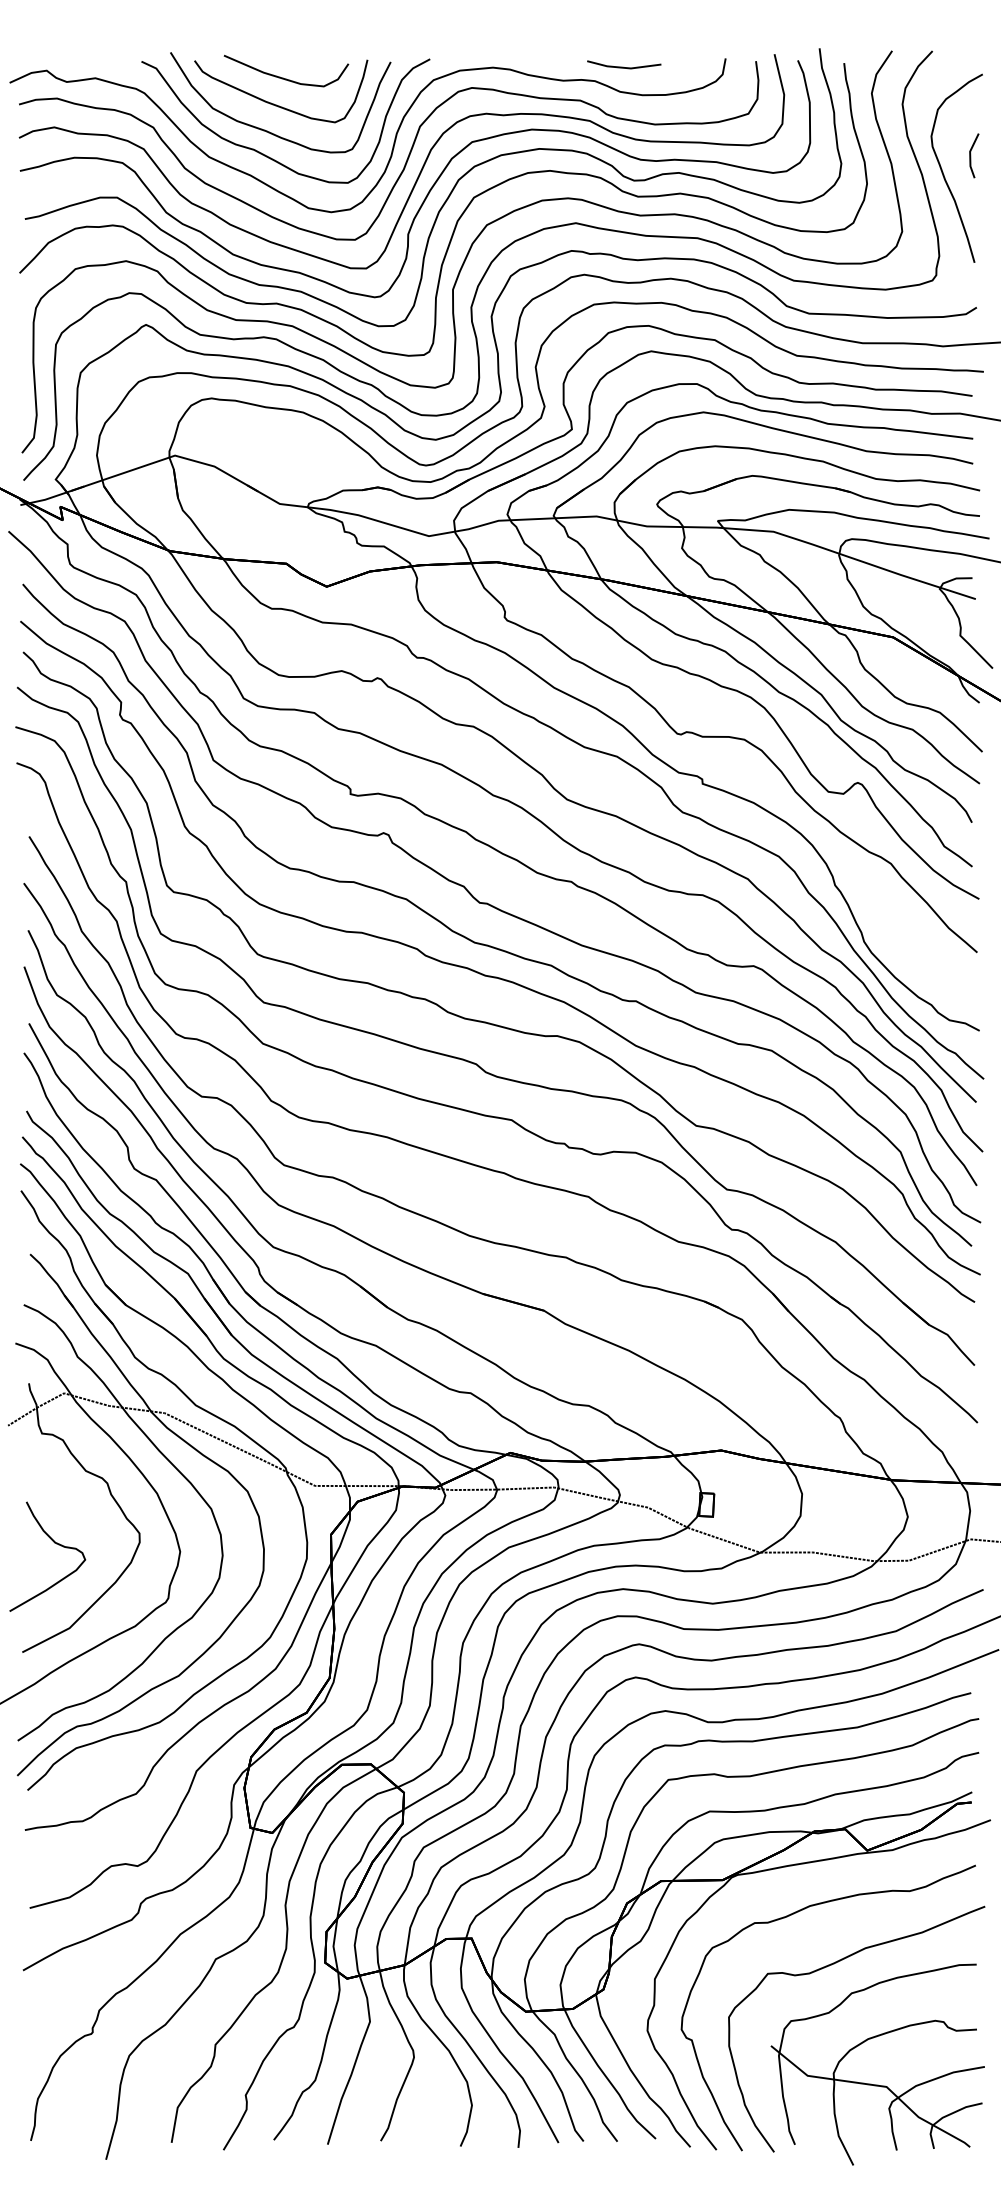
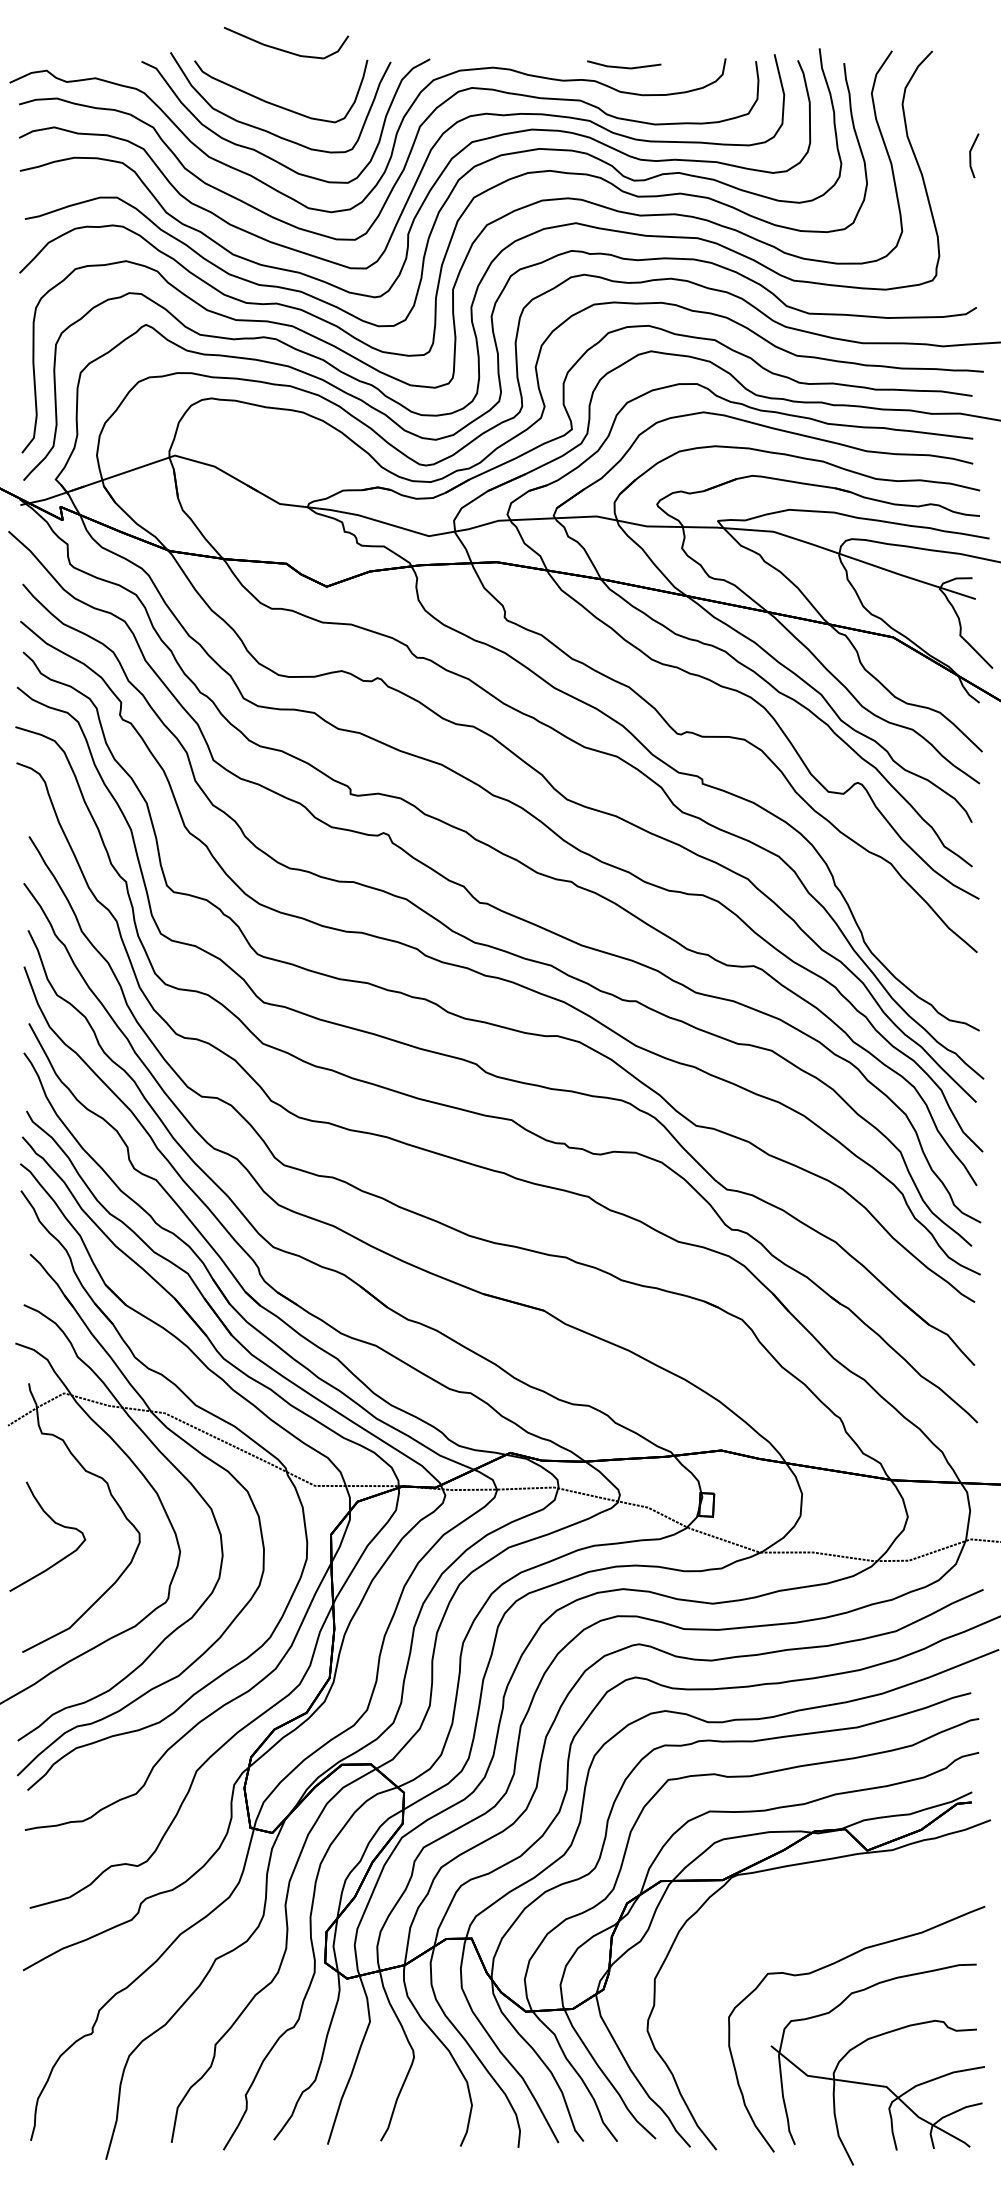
part at (283, 77) position: (283, 77) -> (283, 49)
curve at (943, 171): present -> none
part at (54, 1543) position: (54, 1543) -> (54, 1523)
part at (787, 1917): present -> none
